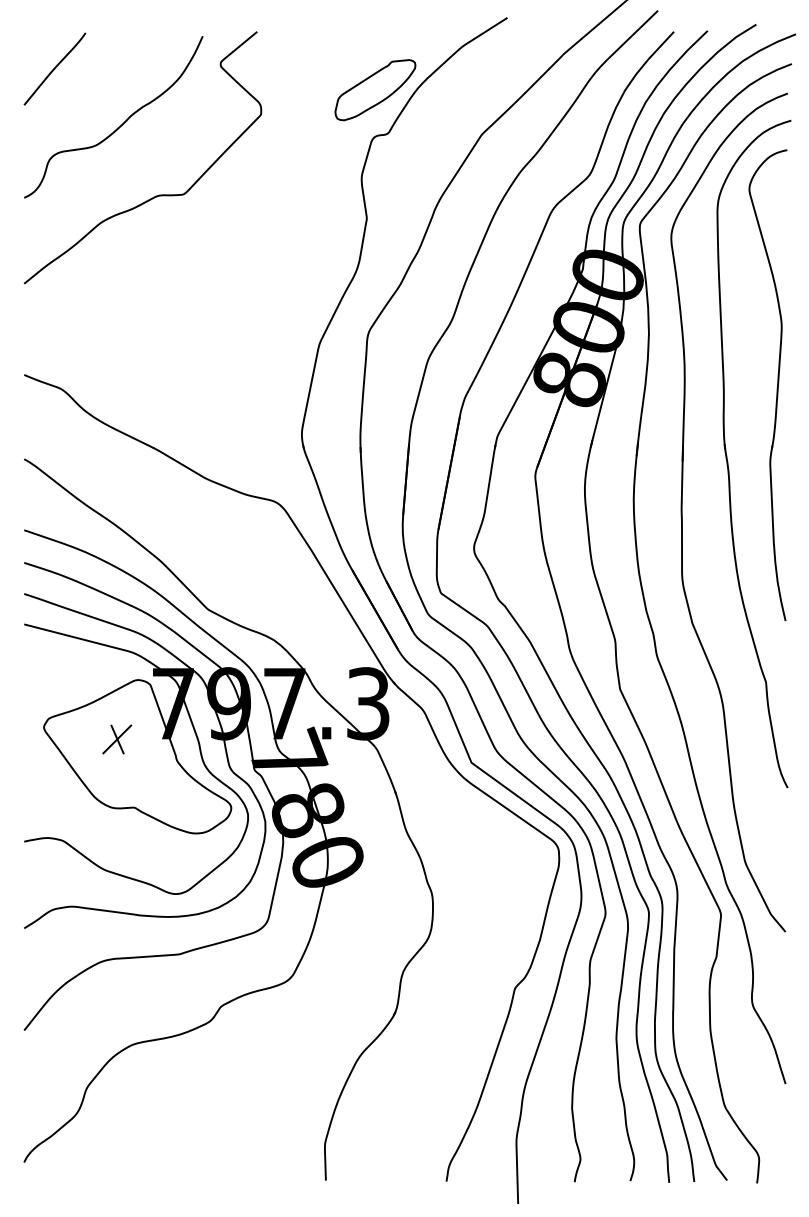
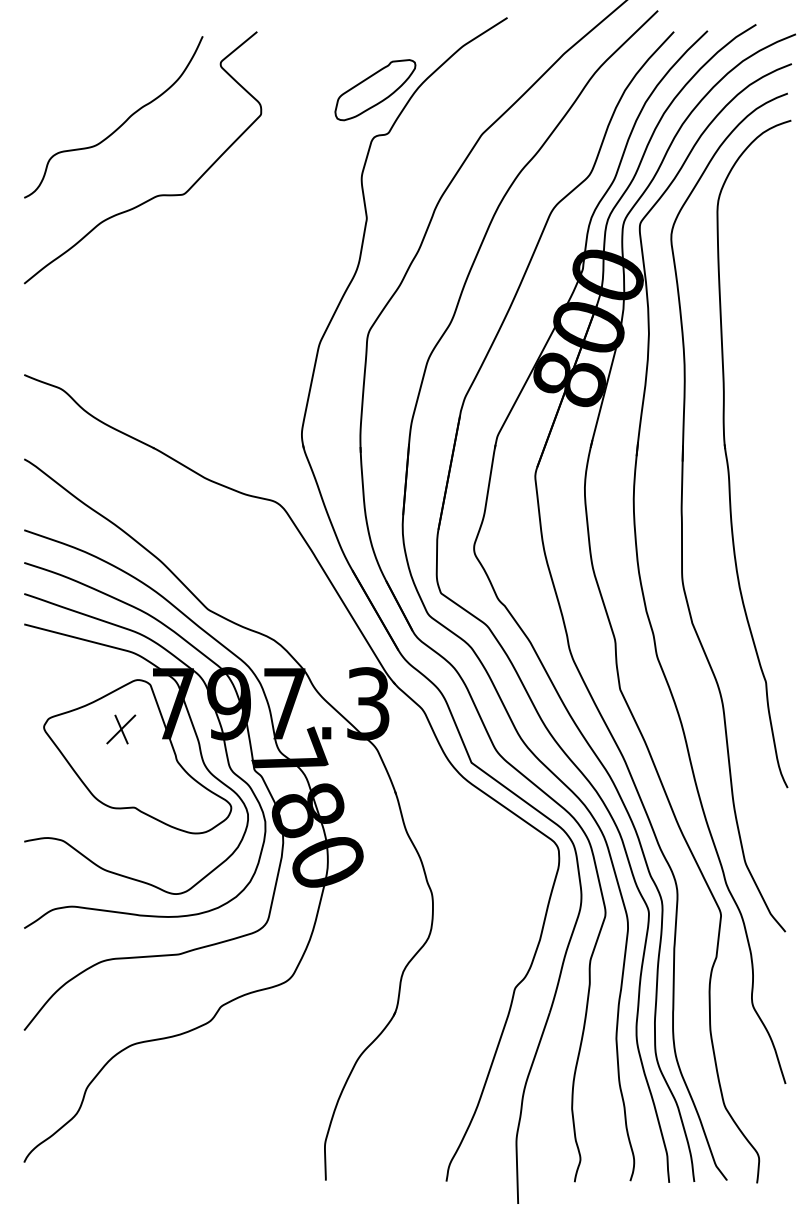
curve at (54, 68): present -> none
part at (776, 388): present -> none
part at (117, 739) position: (117, 739) -> (121, 729)
